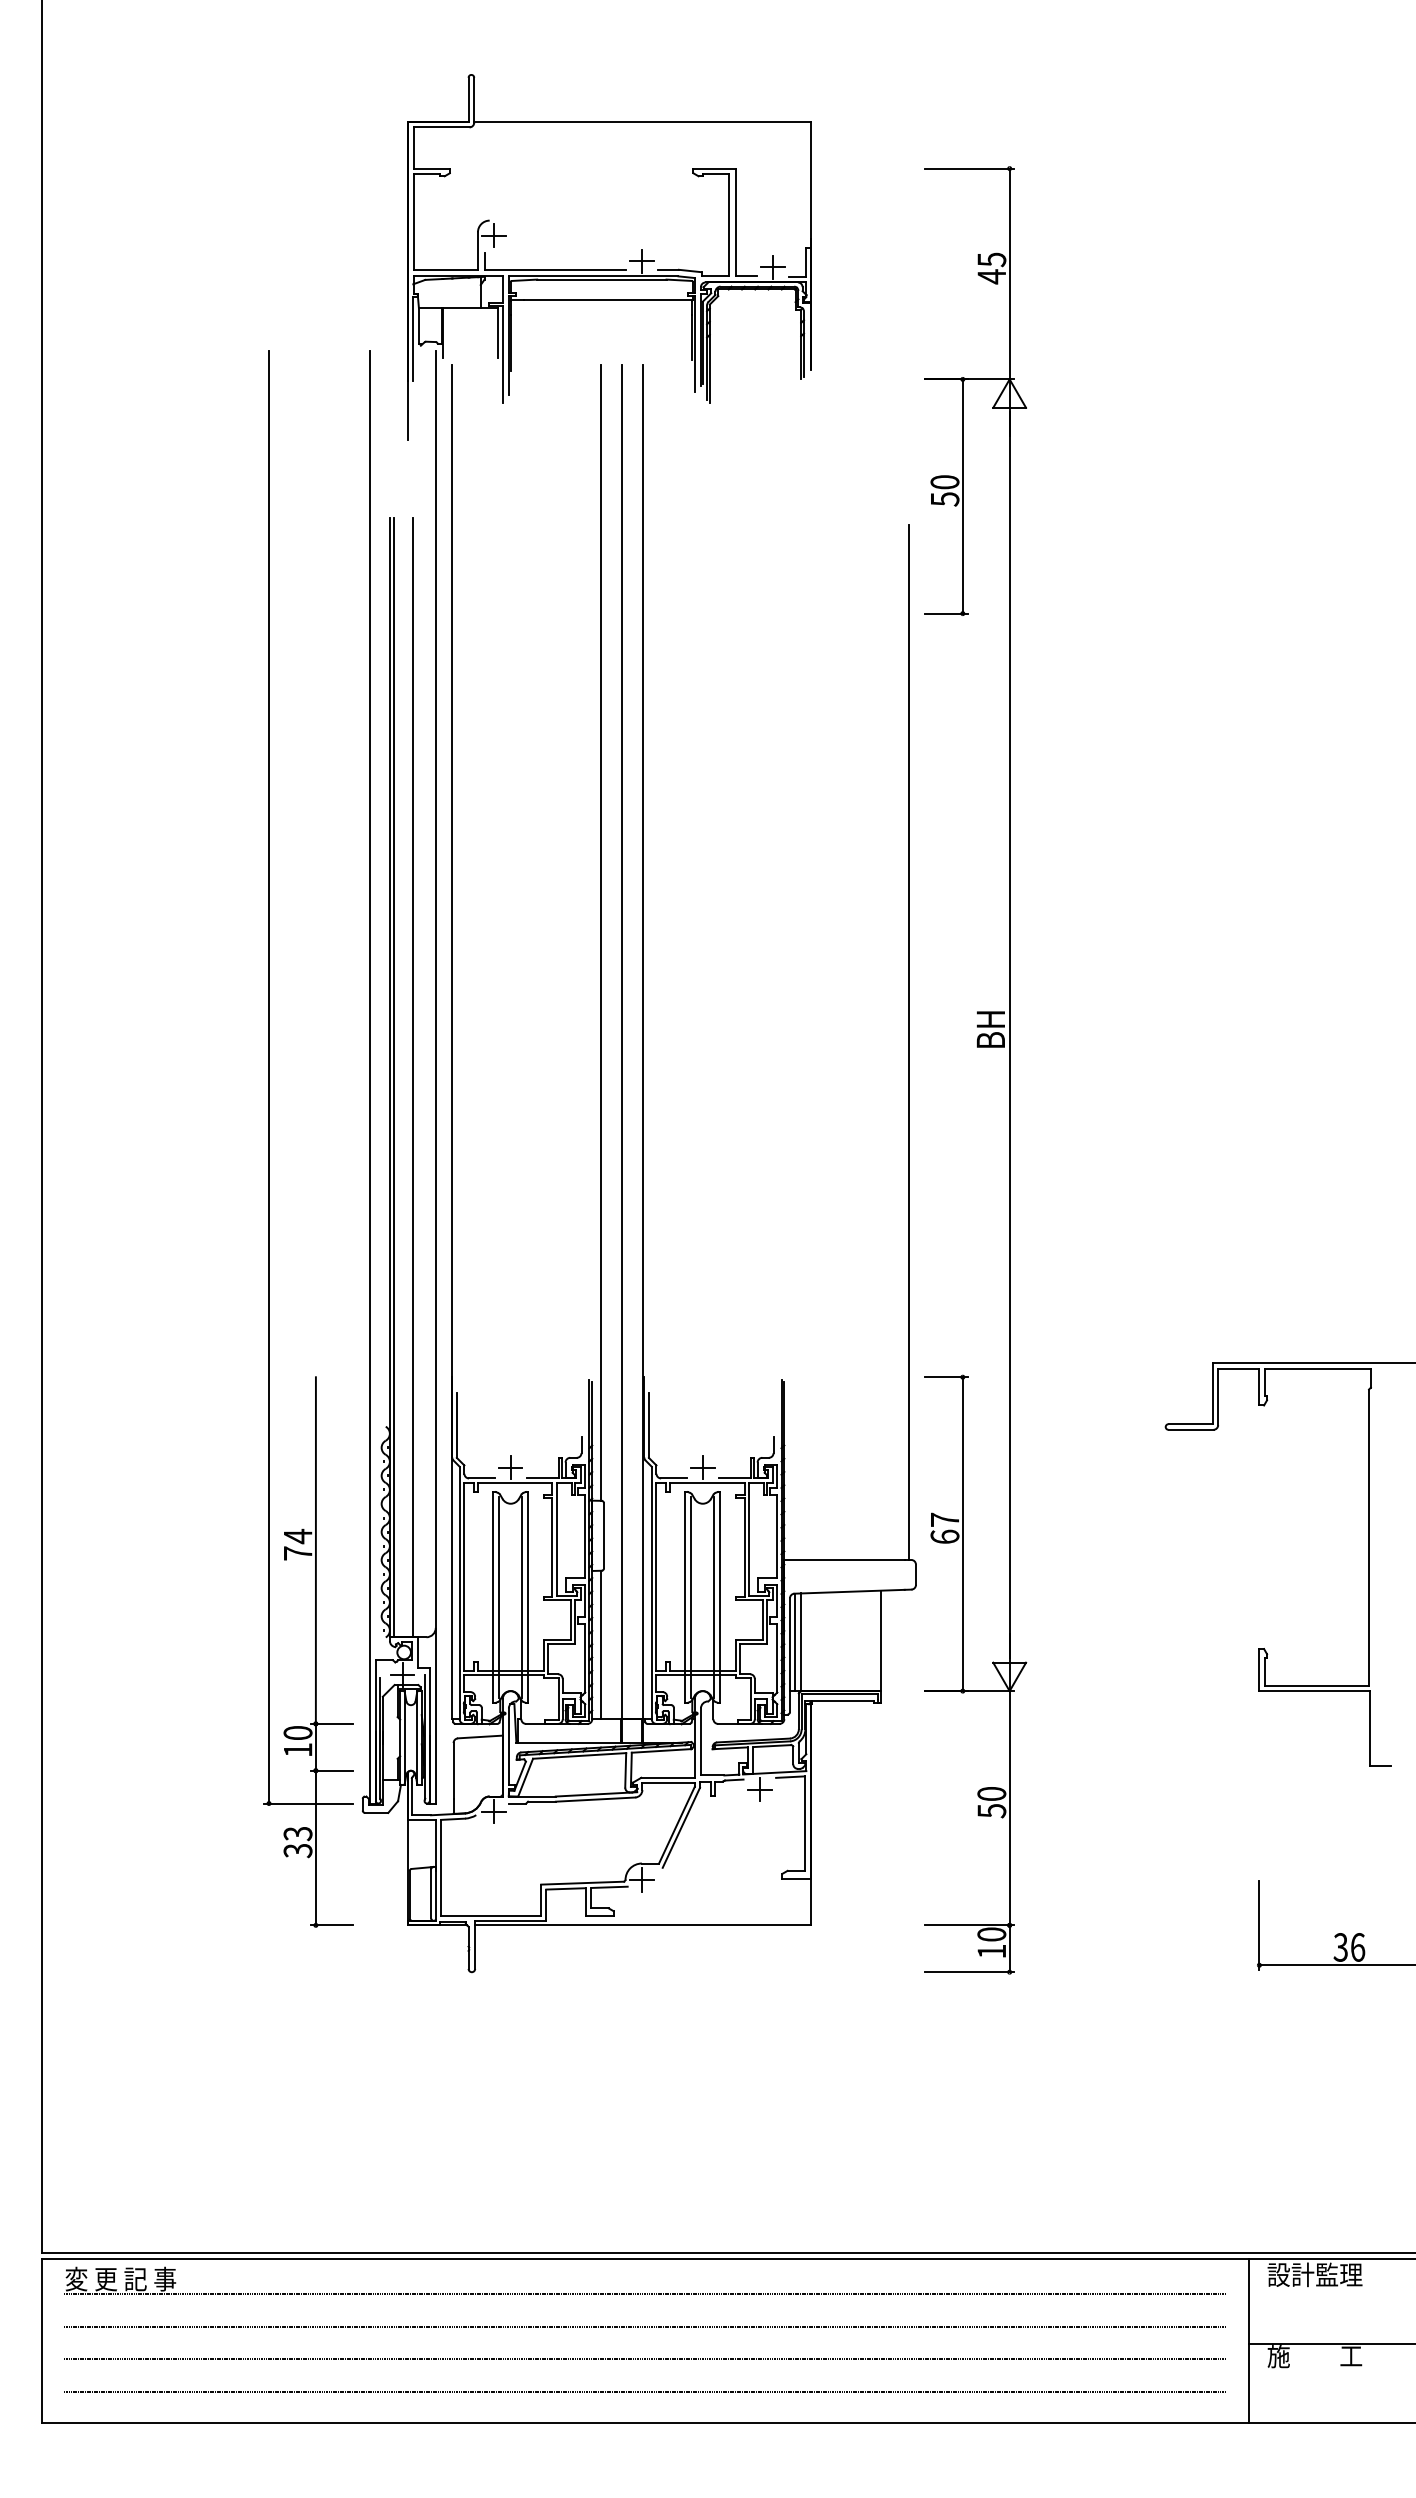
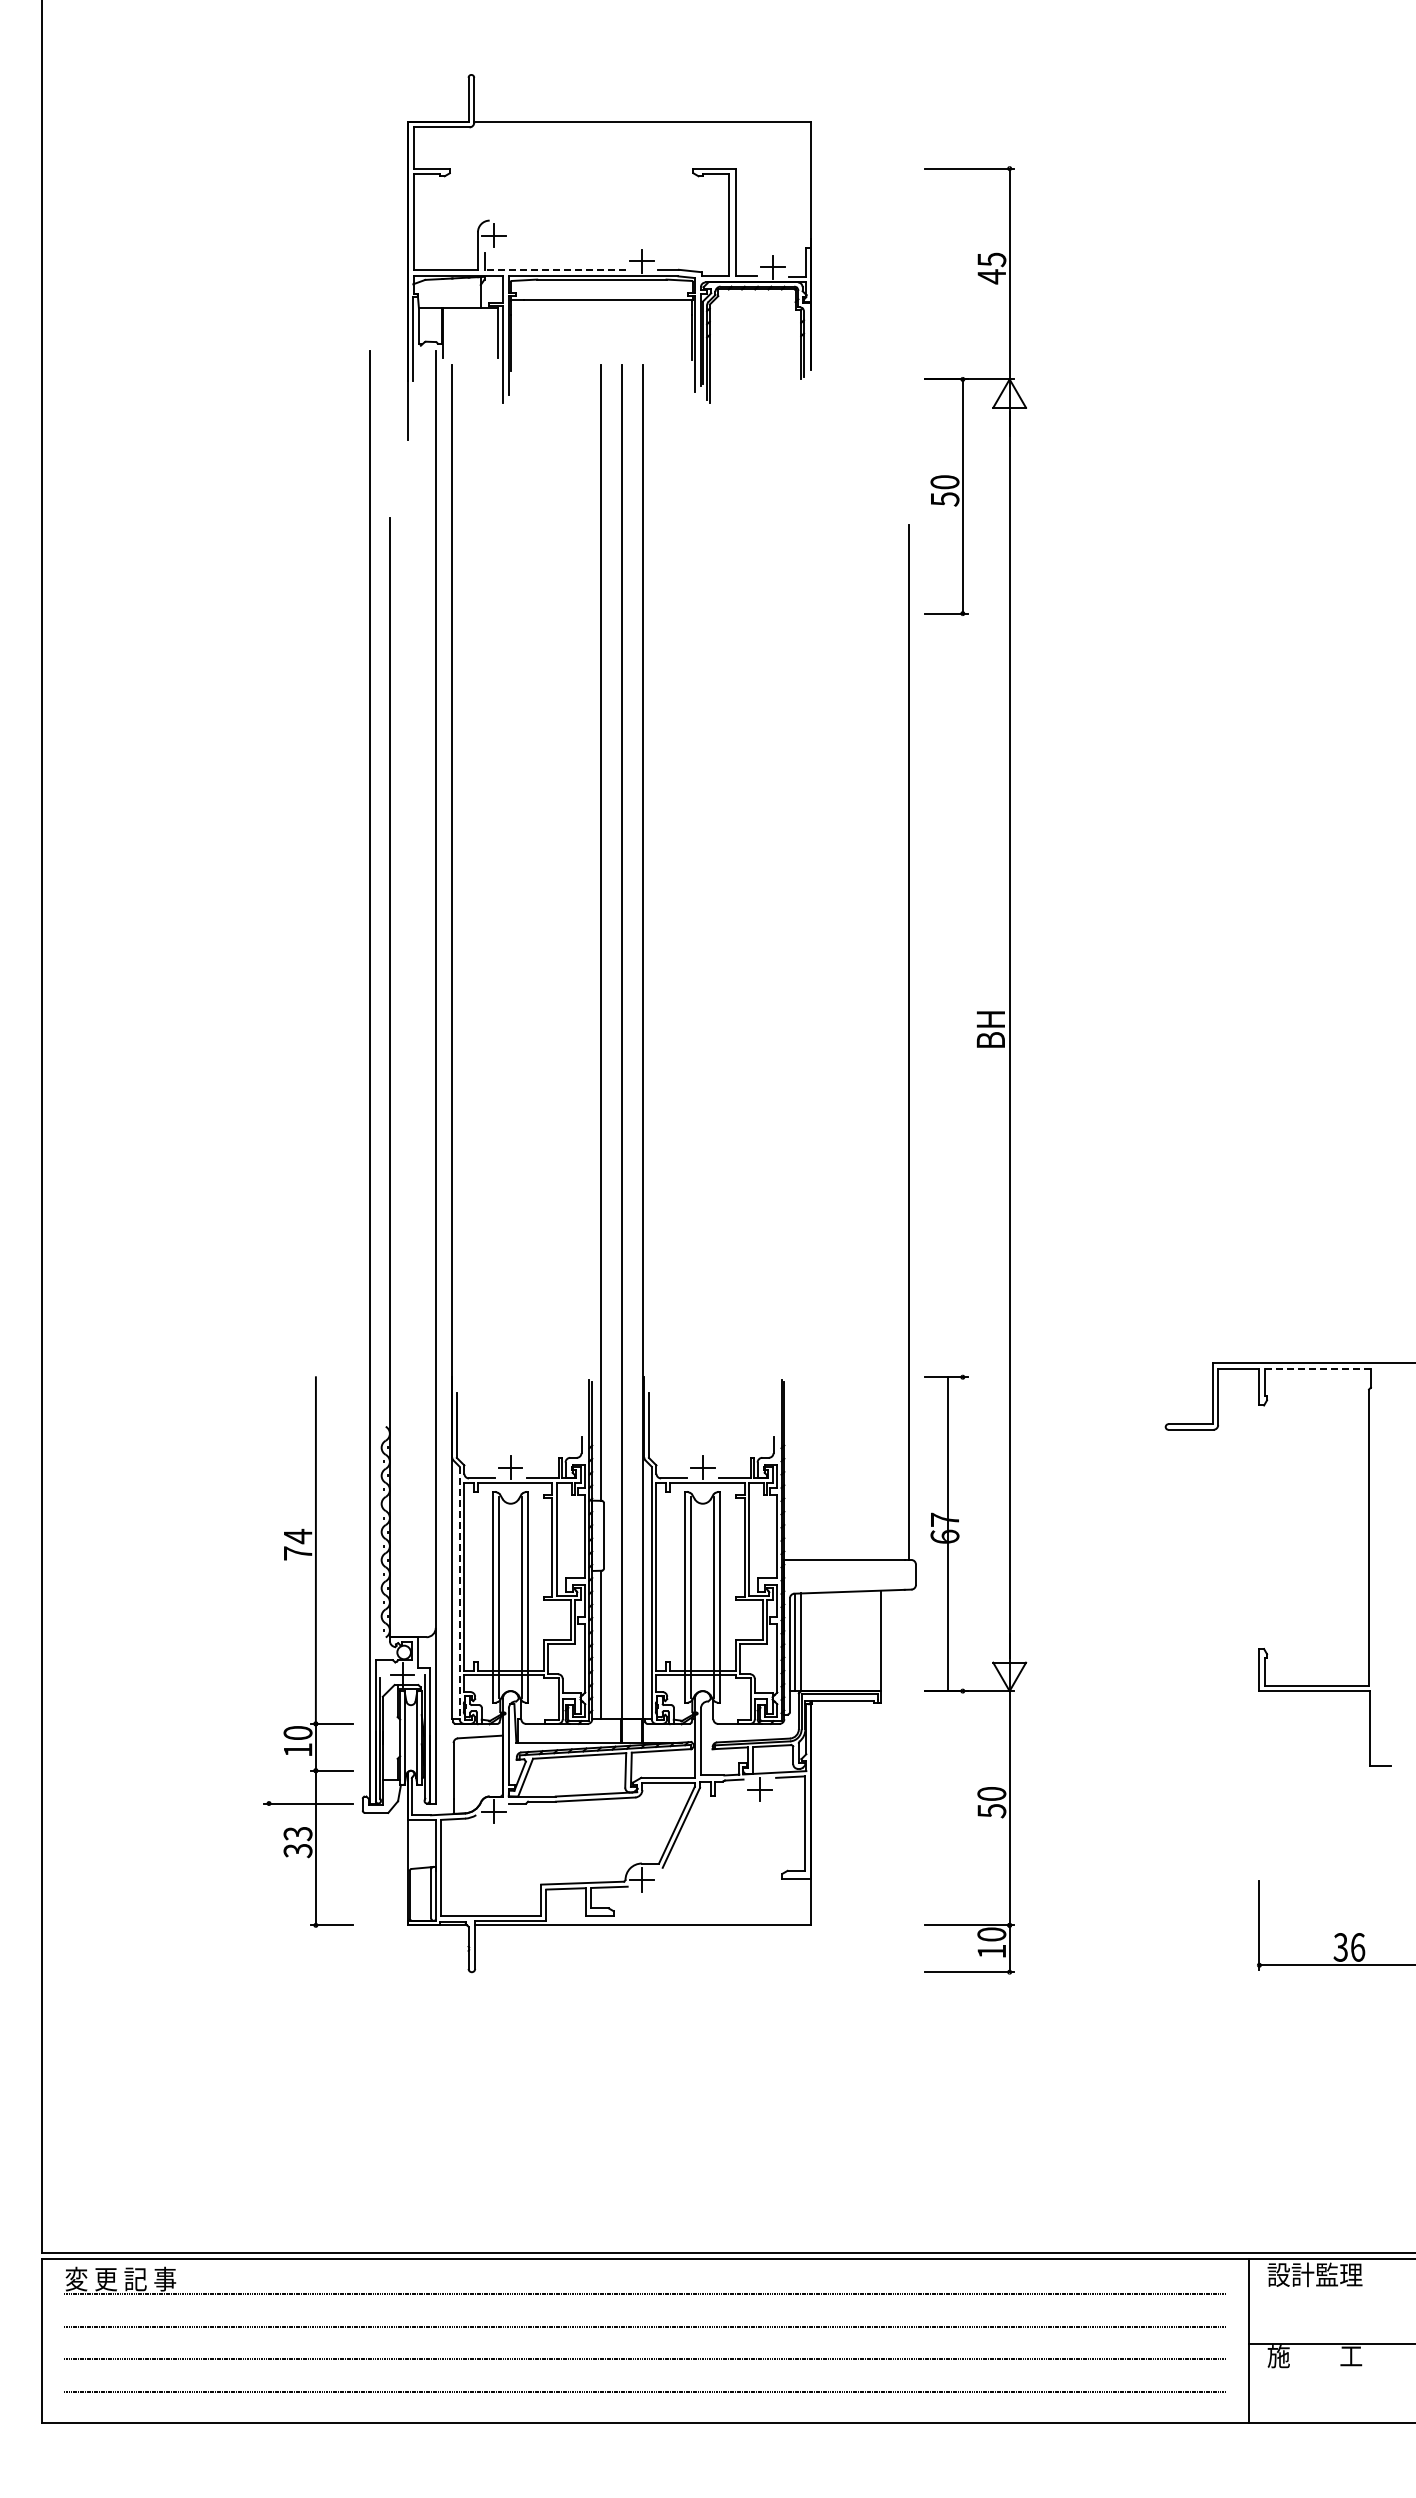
line at (555, 269): solid -> dashed
line at (269, 1077): present -> none
line at (393, 1077): present -> none
line at (413, 1077): present -> none
line at (1317, 1368): solid -> dashed
line at (962, 1534) position: (962, 1534) -> (947, 1534)
line at (459, 1593): solid -> dashed
